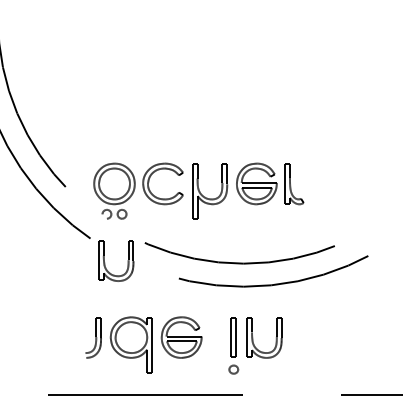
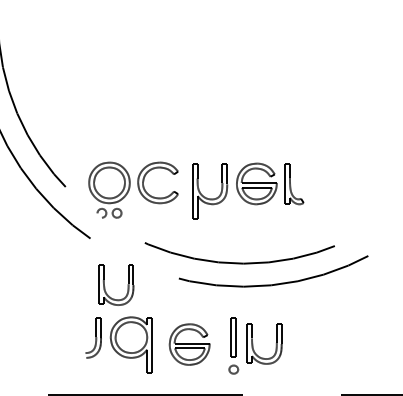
part at (138, 190) position: (138, 190) -> (133, 189)
part at (127, 260) position: (127, 260) -> (127, 284)
part at (181, 337) position: (181, 337) -> (189, 344)
part at (253, 337) position: (253, 337) -> (253, 343)
